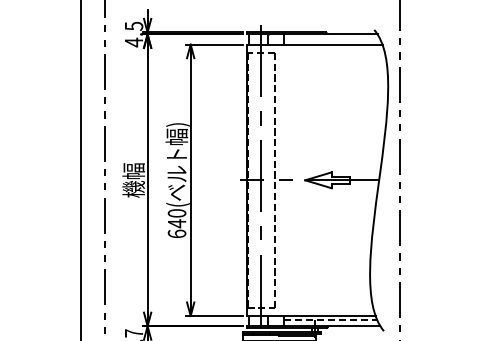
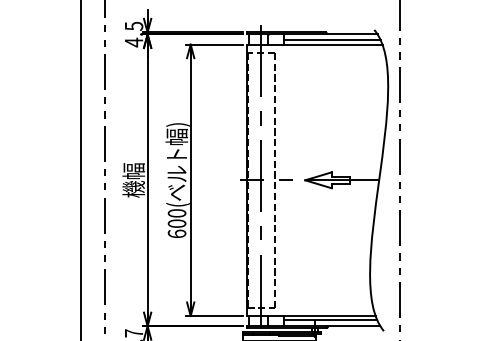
line at (331, 40): none -> present
text at (176, 223): 640( -> 600(
line at (330, 320): dashed -> solid
